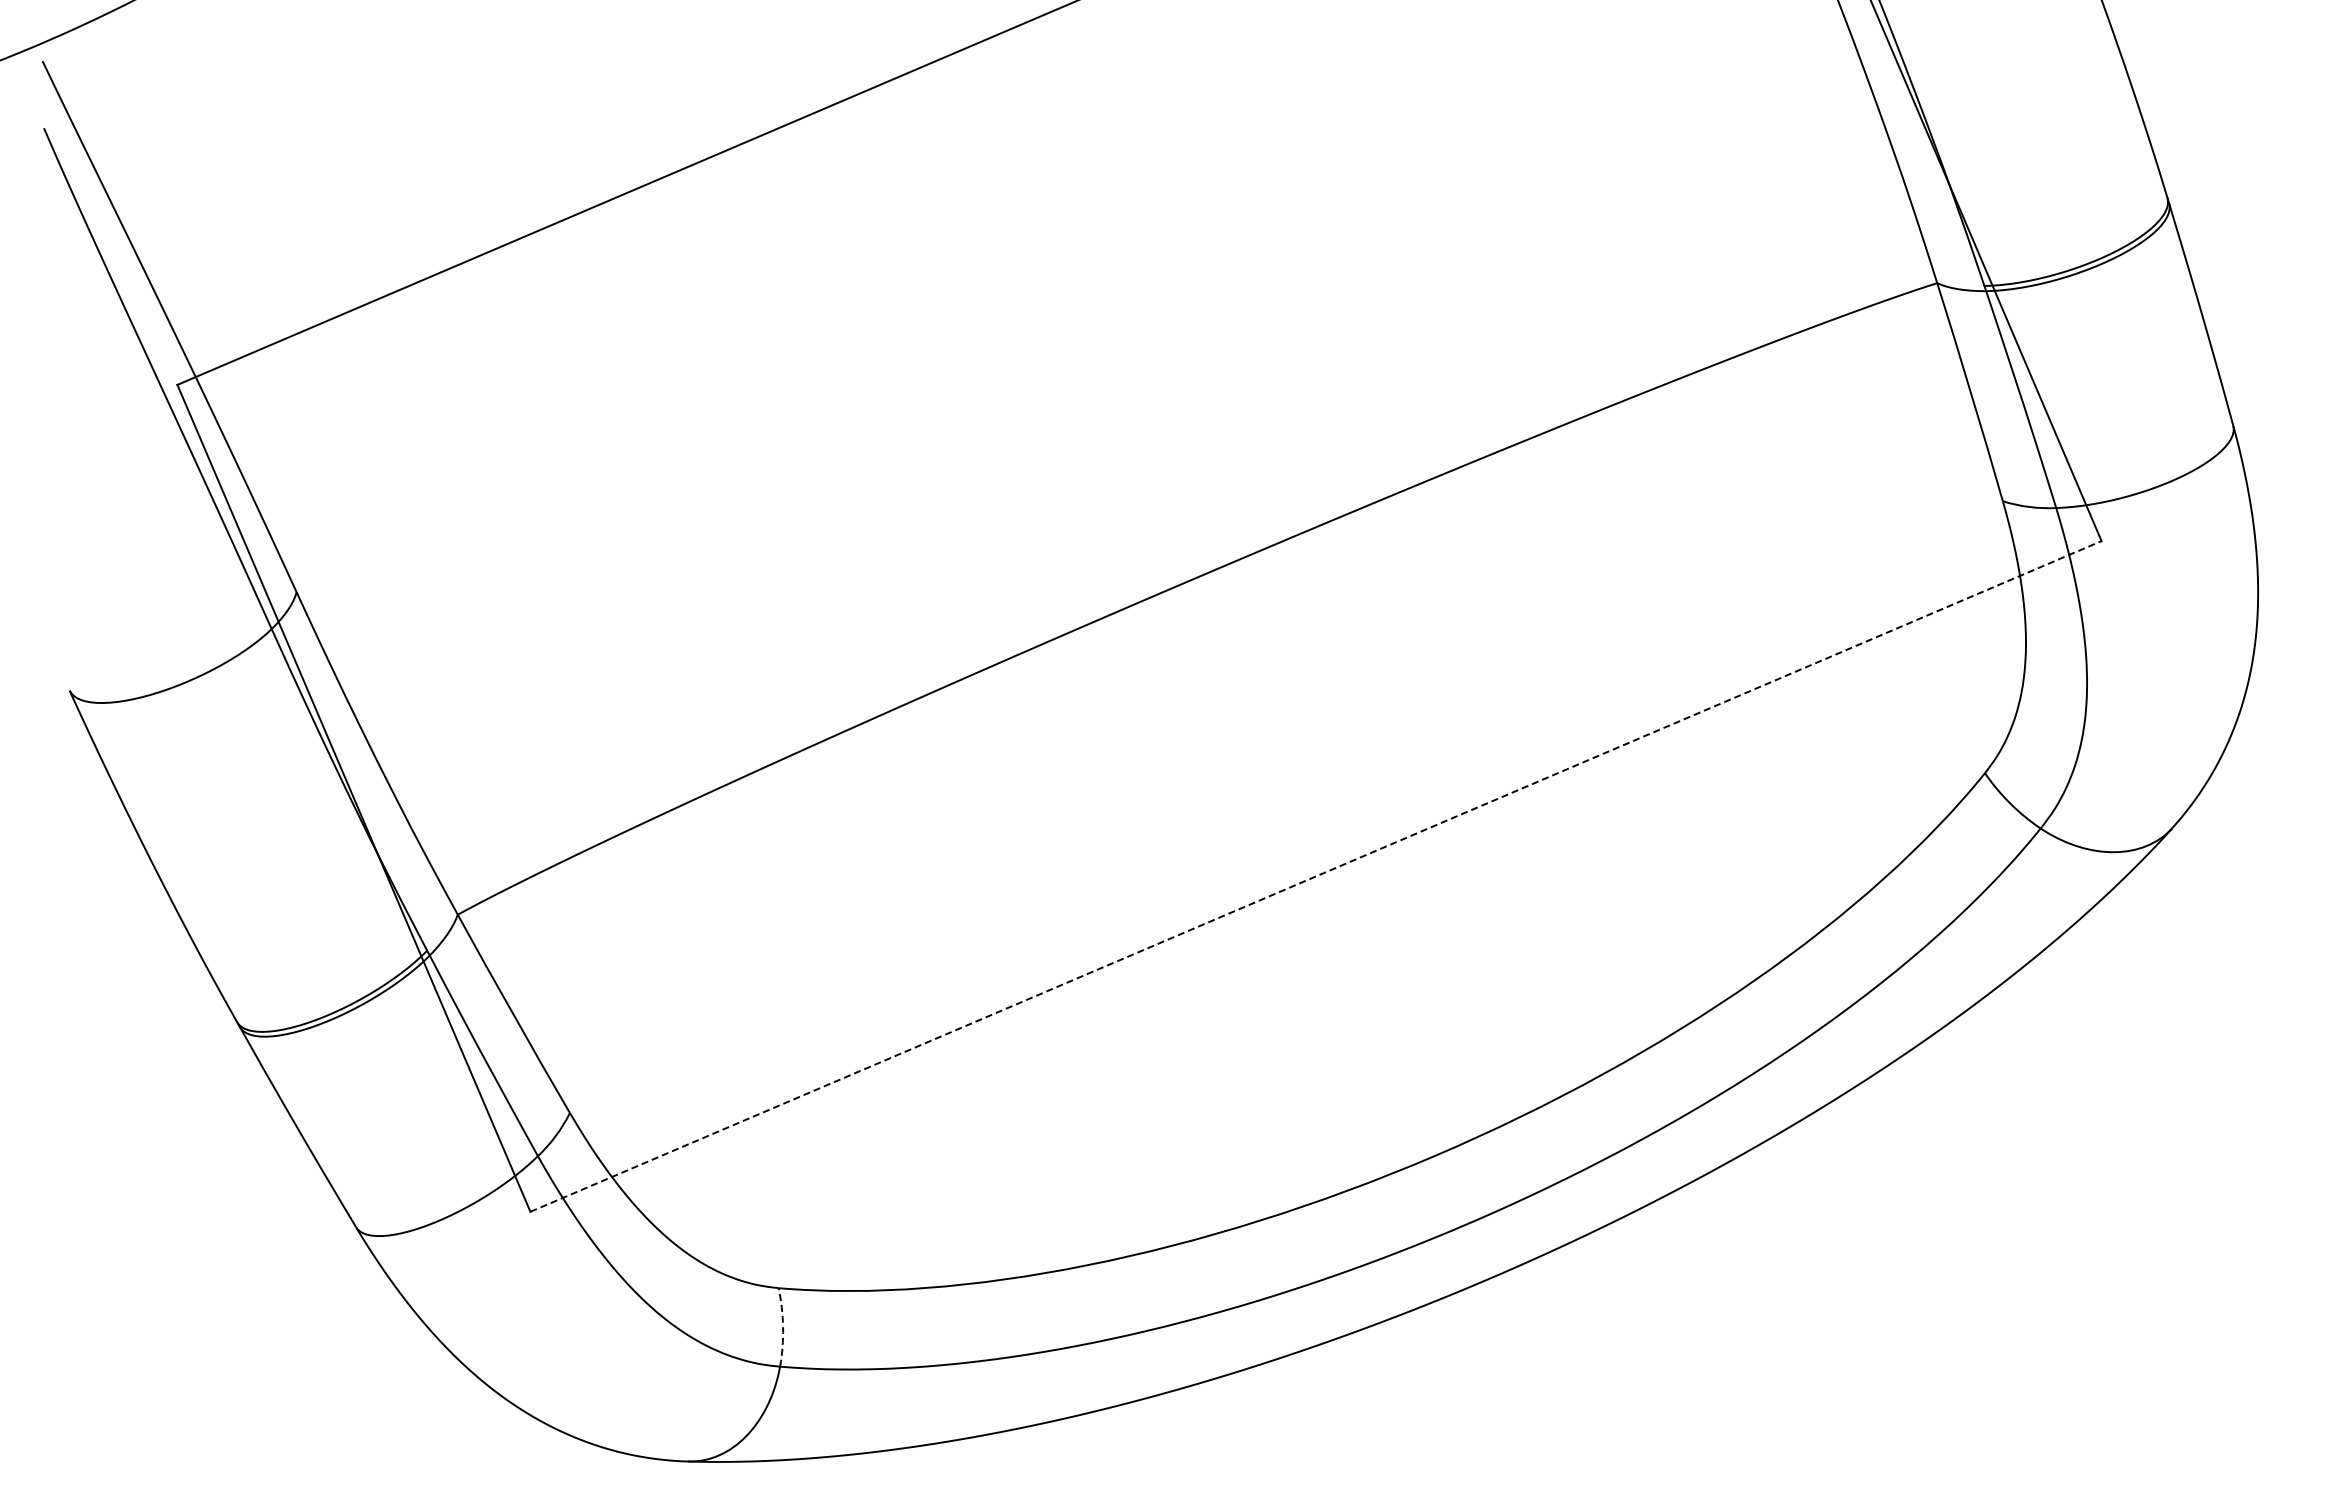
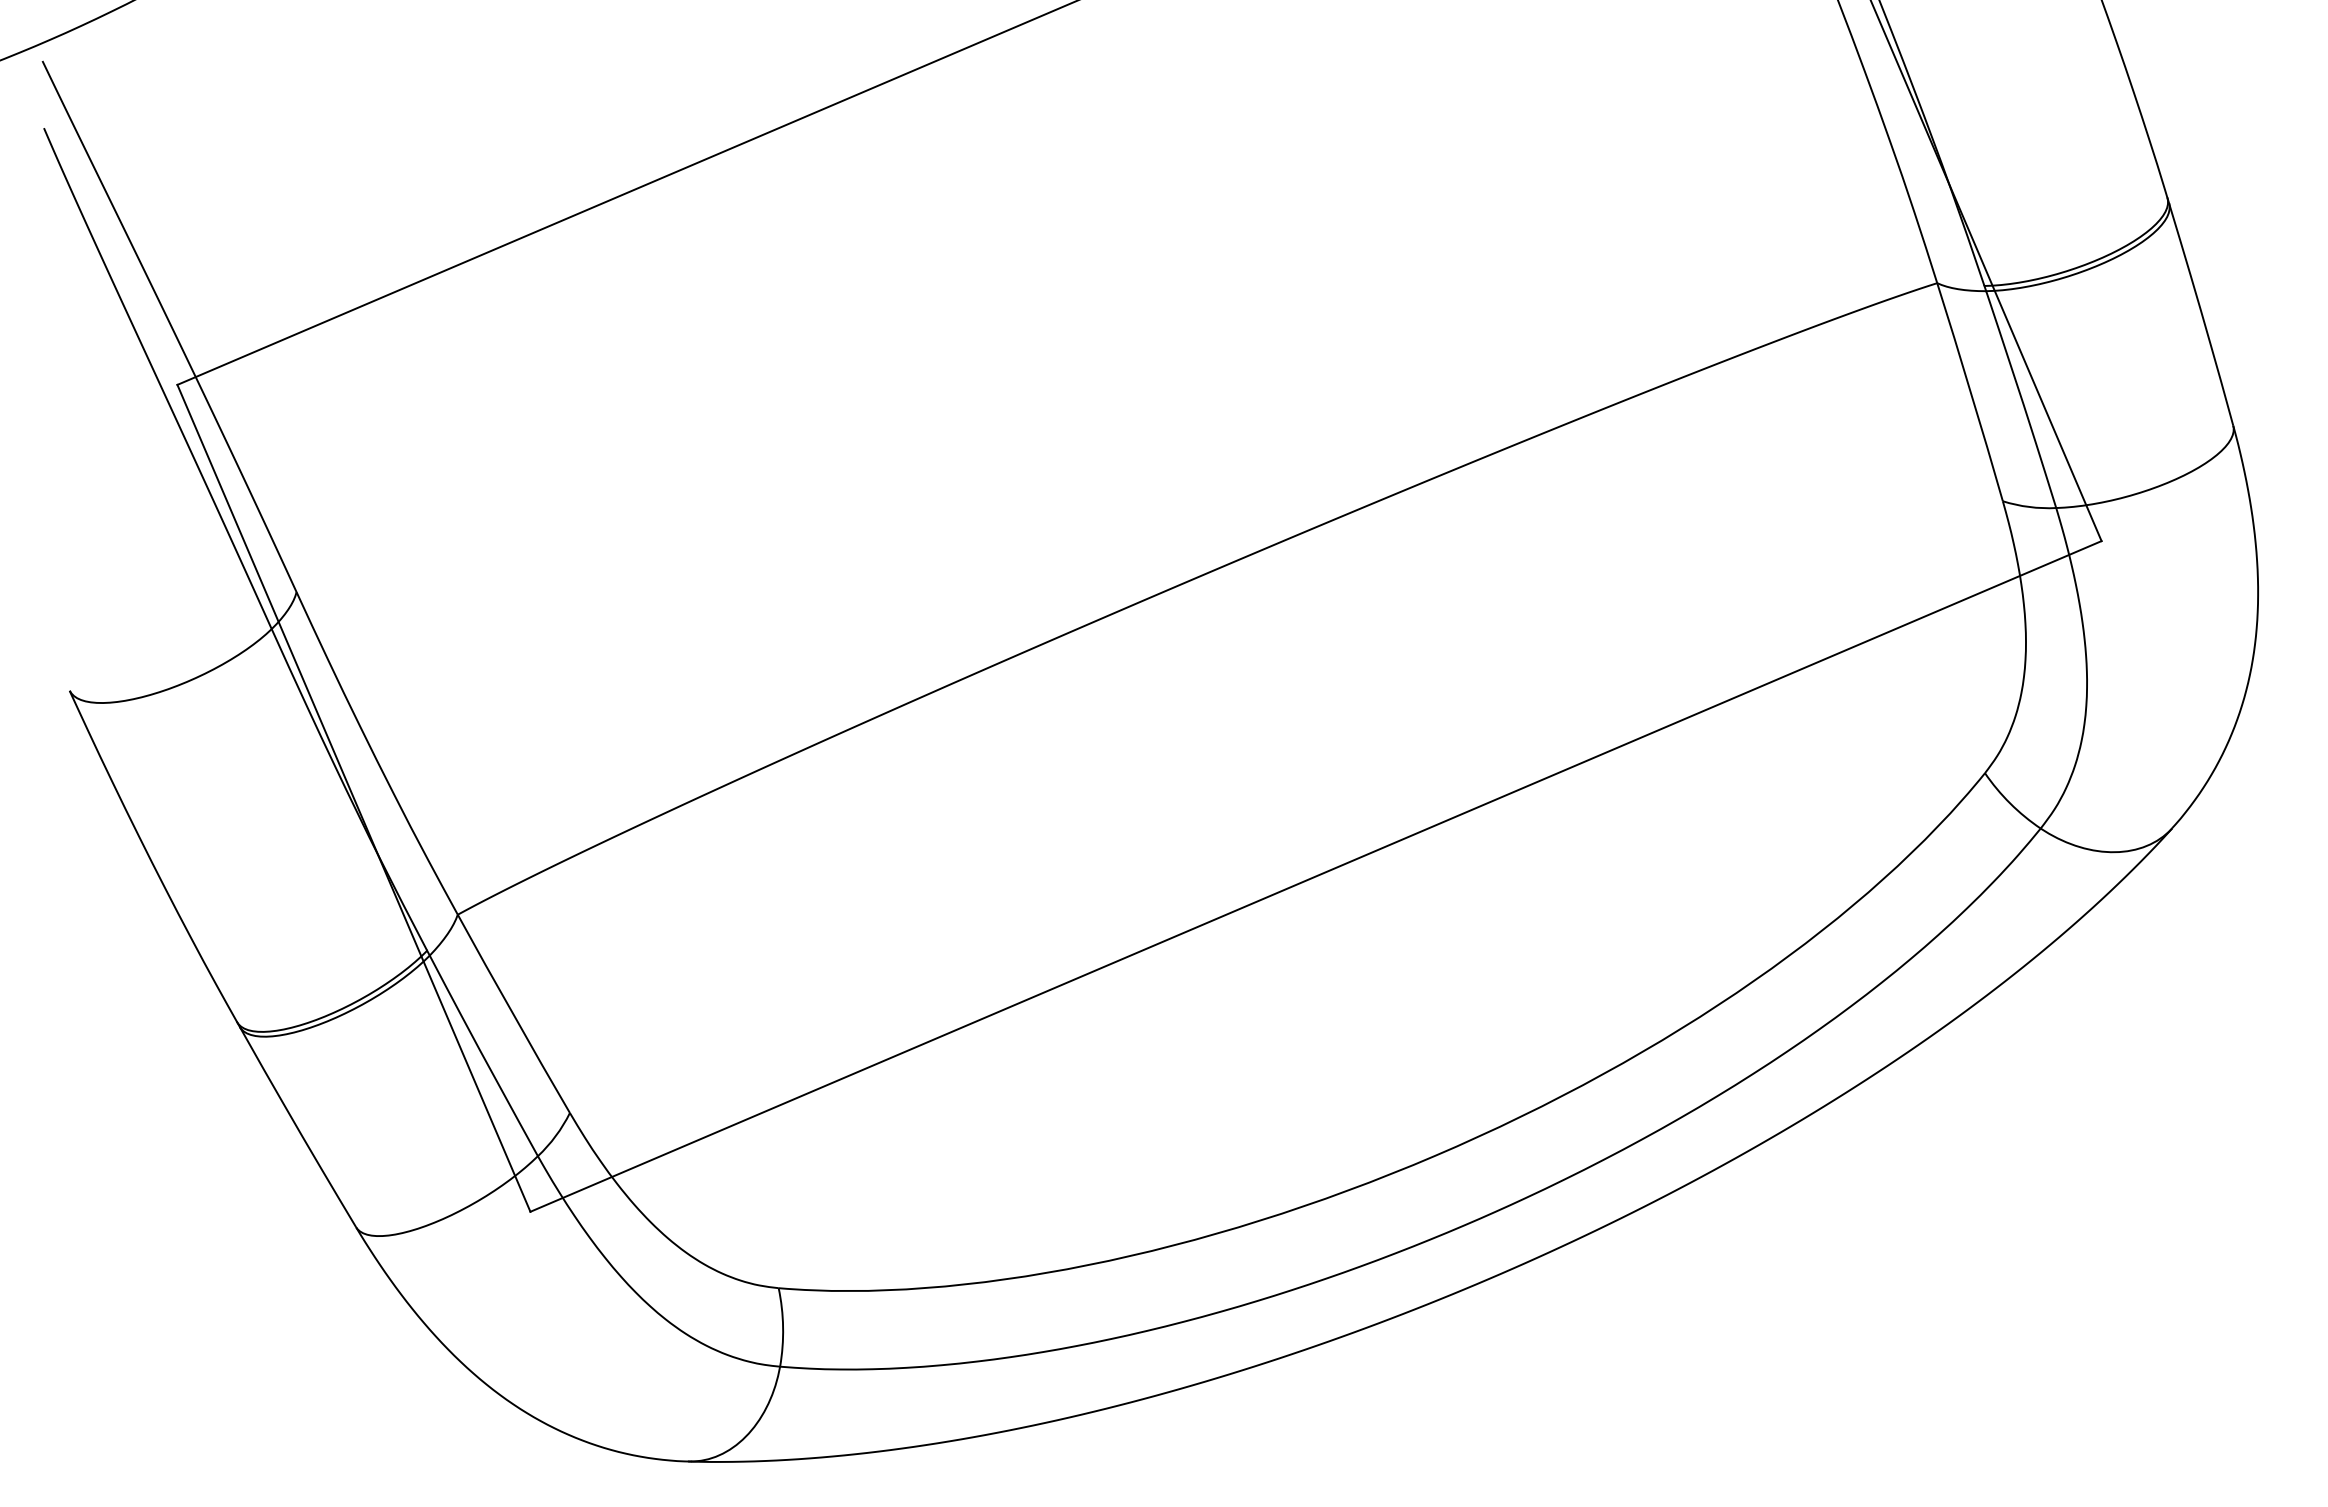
line at (1316, 876): dashed -> solid
arc at (783, 1327): dashed -> solid
